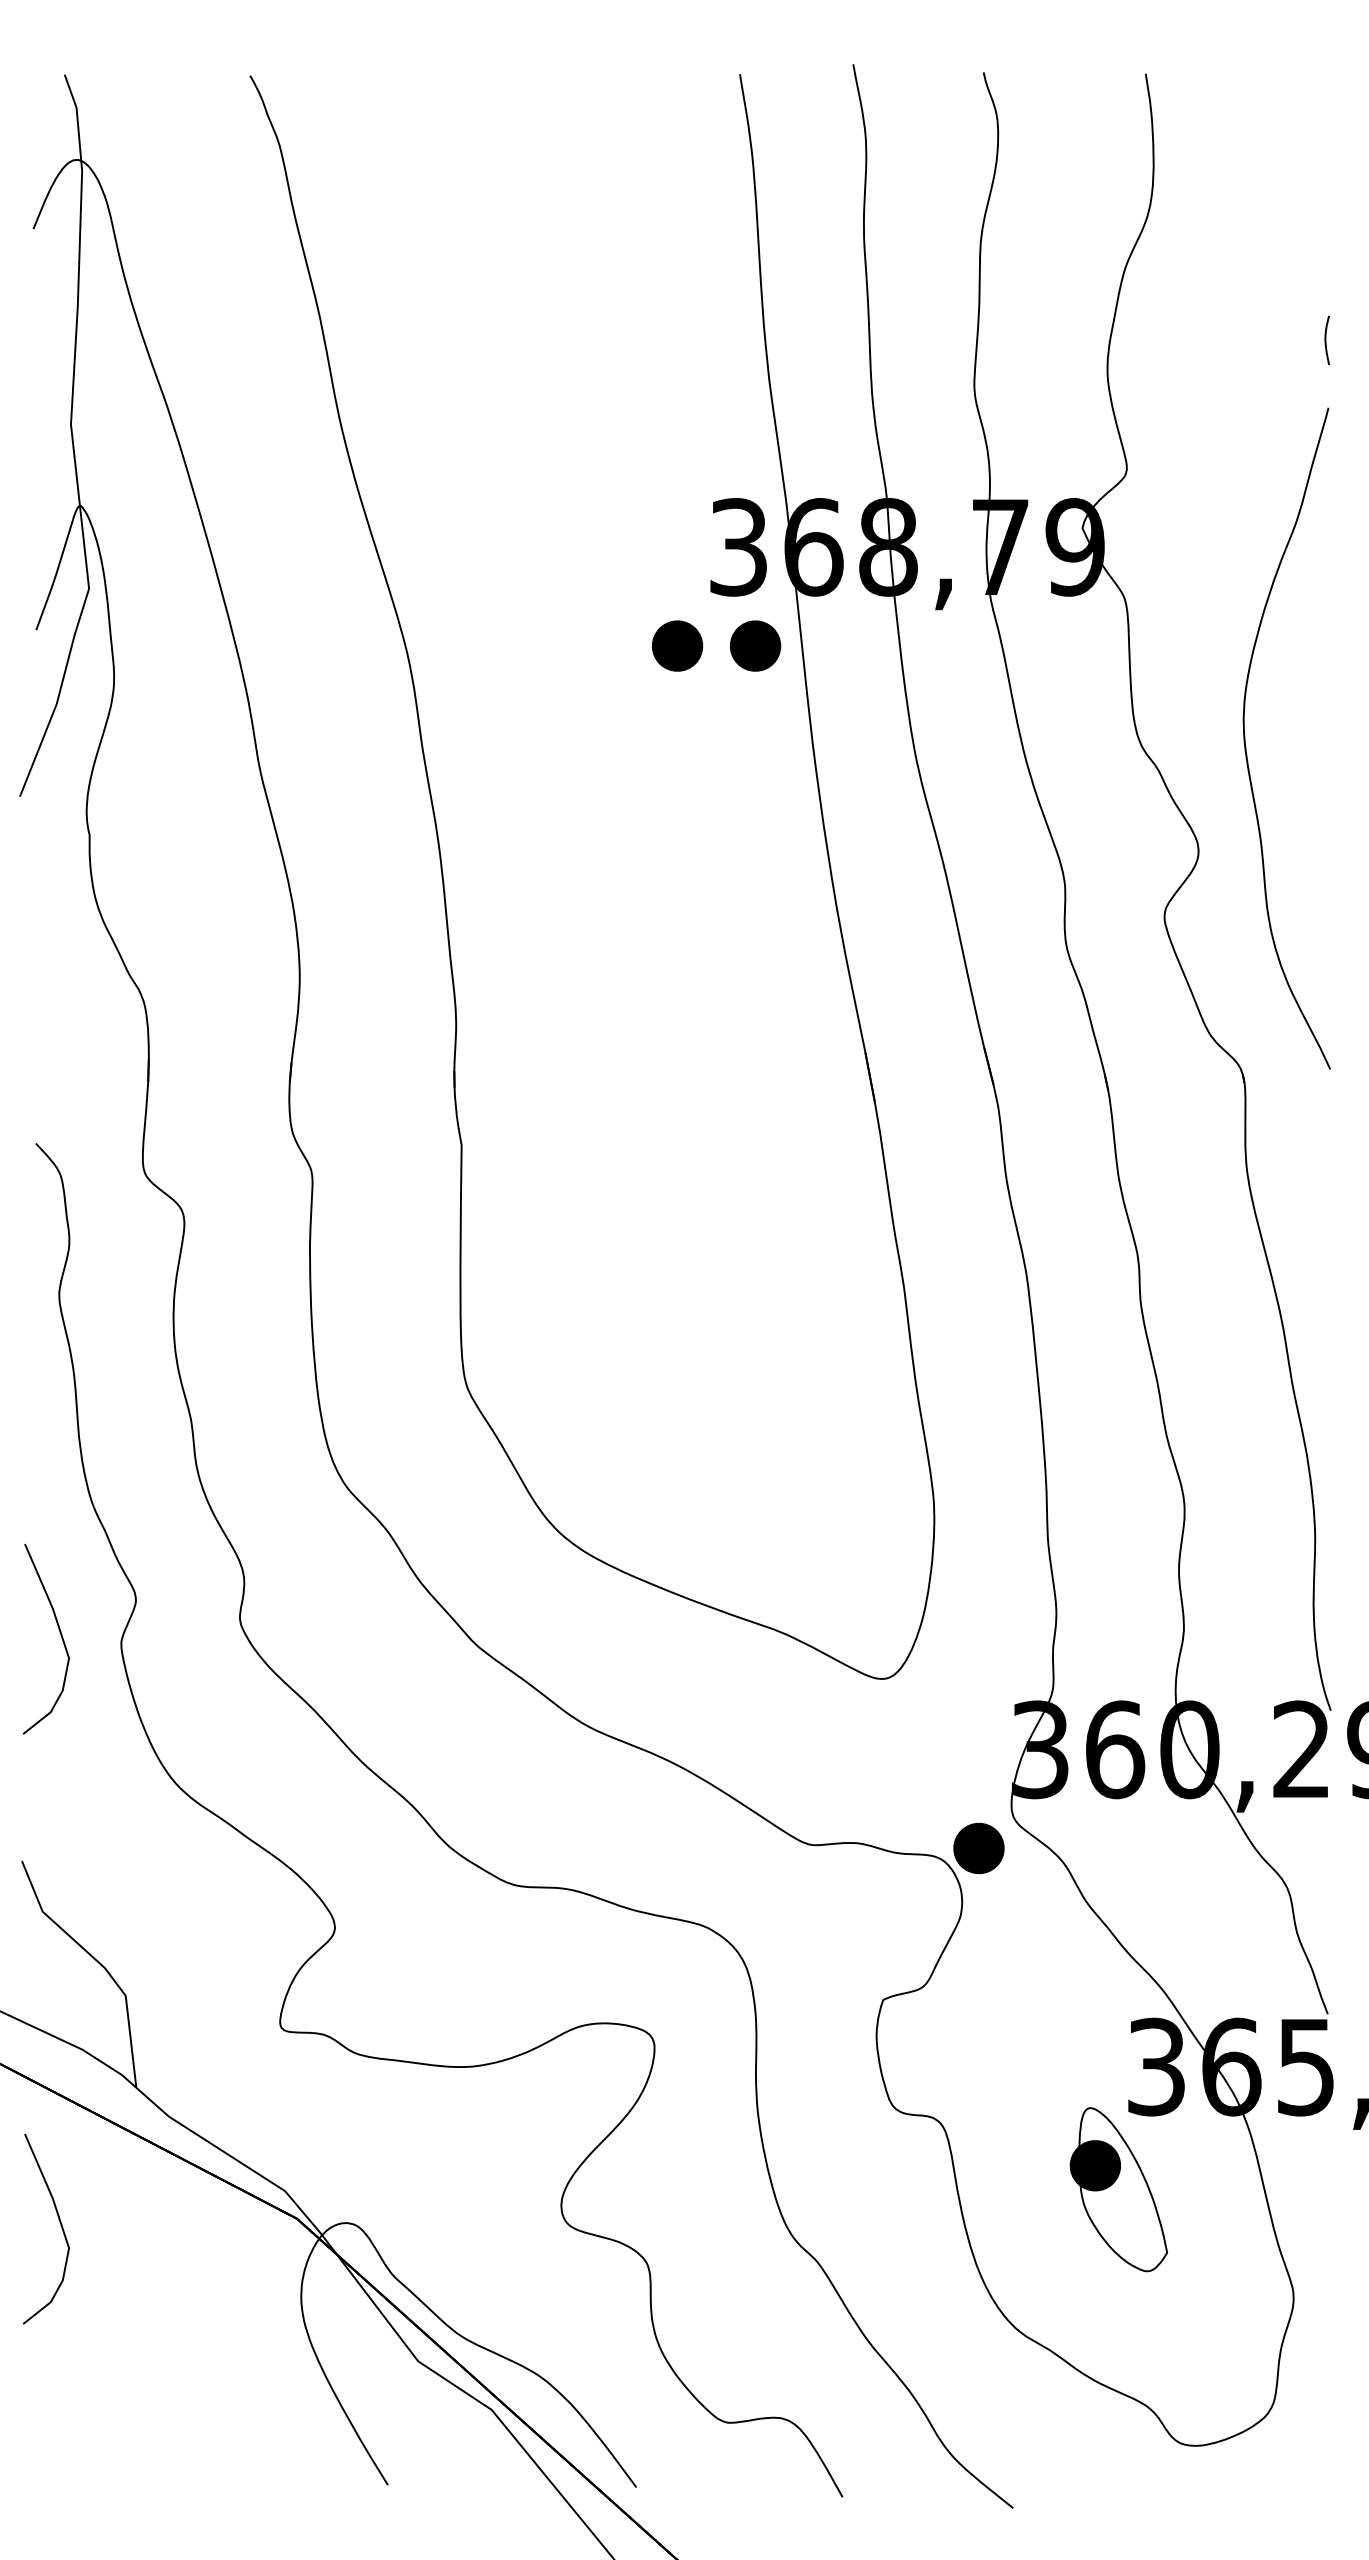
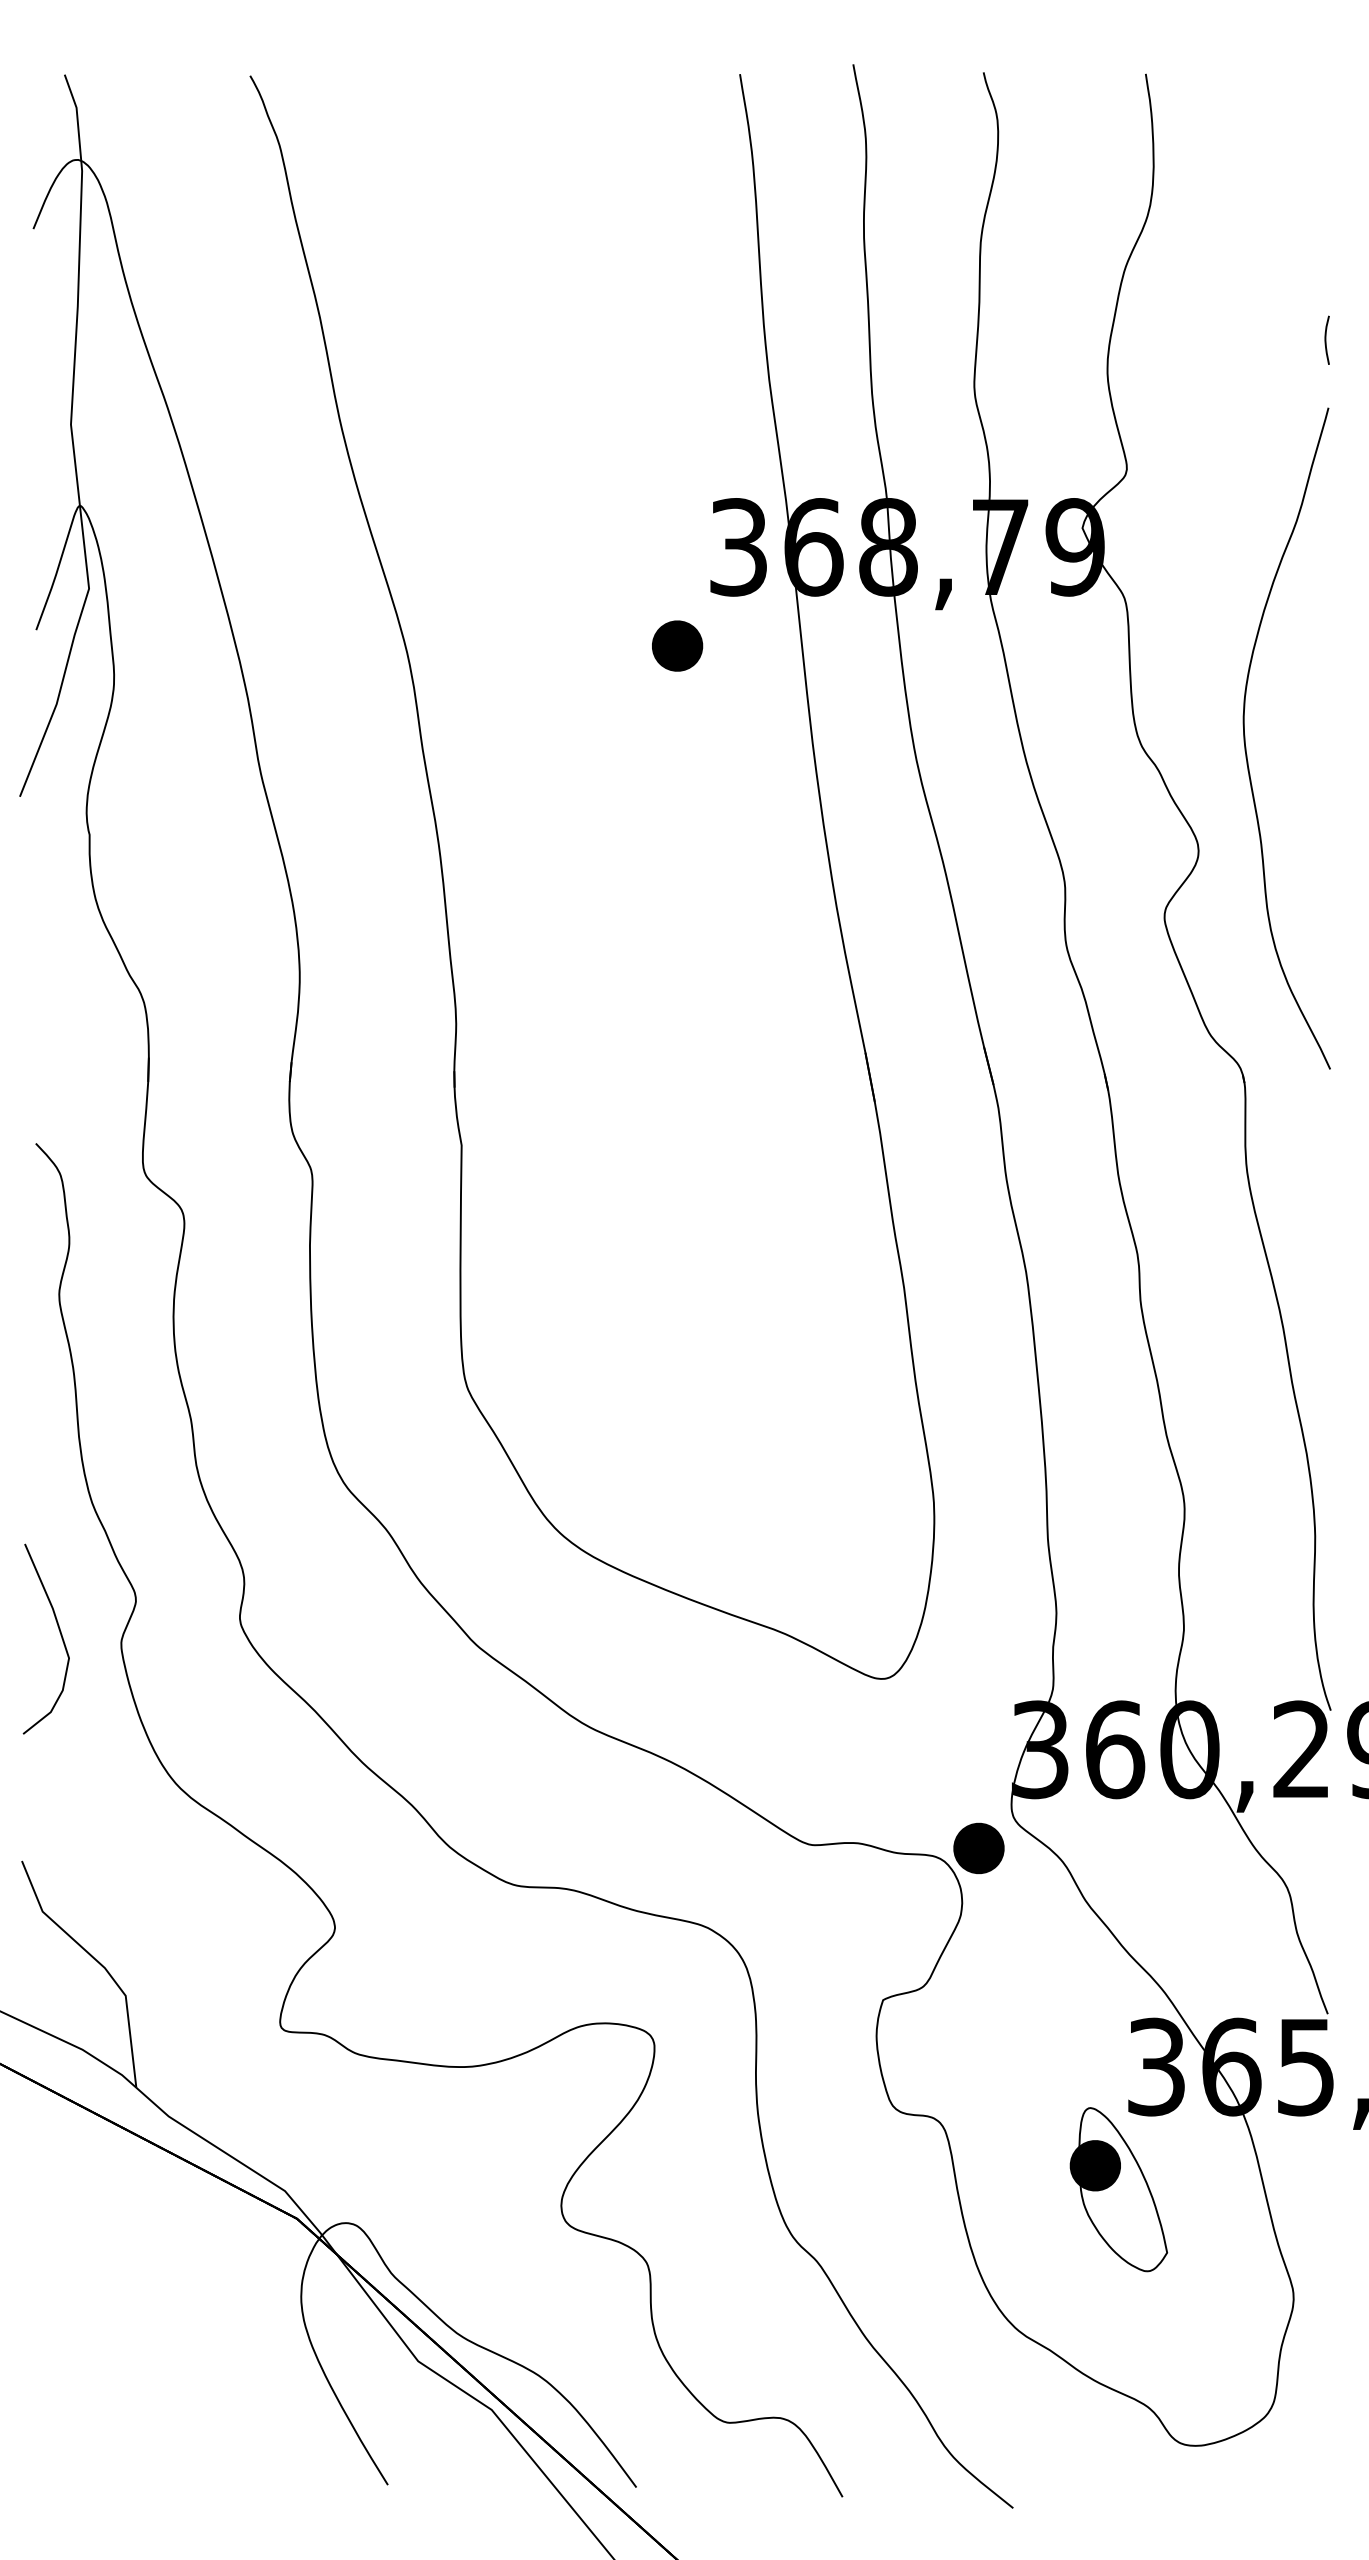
part at (755, 645): present -> none
curve at (59, 2222): present -> none
